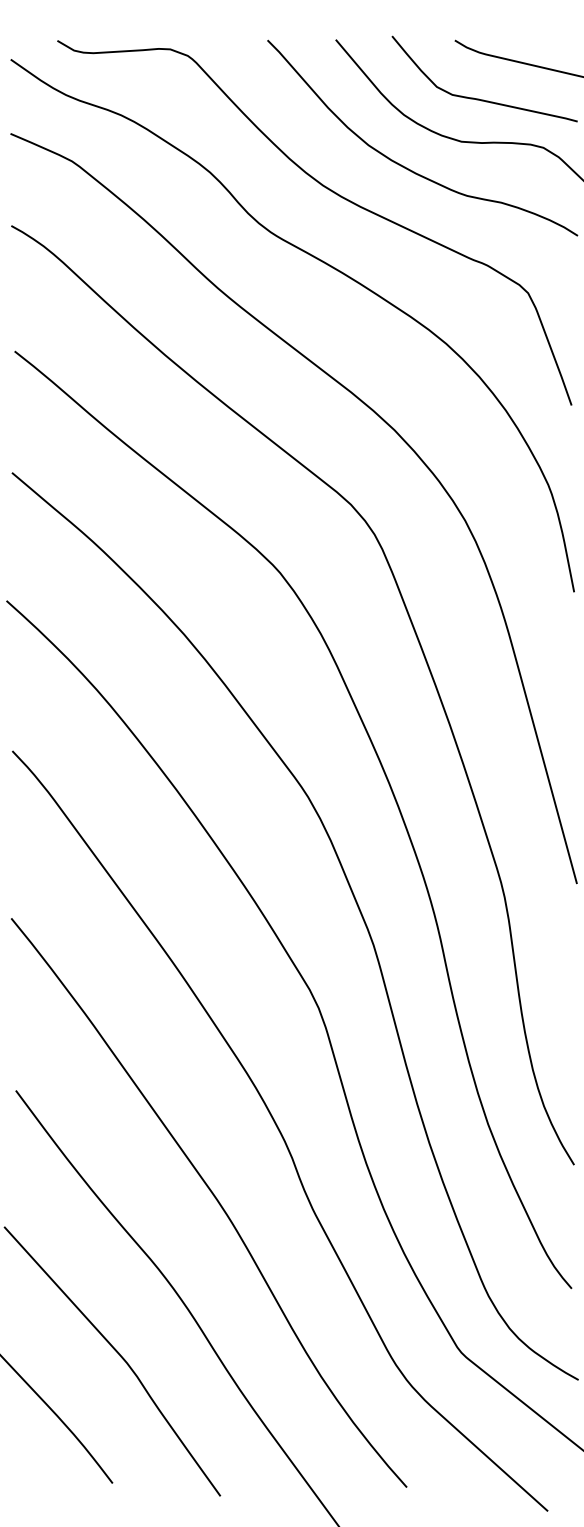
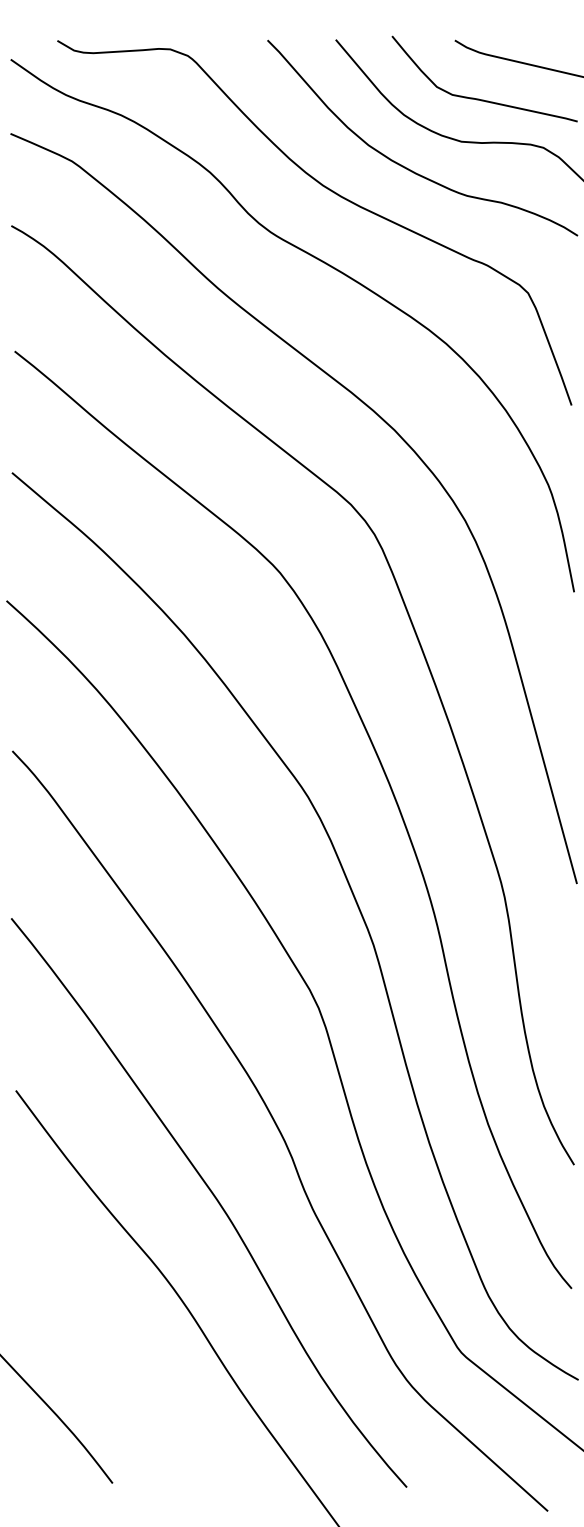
curve at (120, 1357): present -> none
